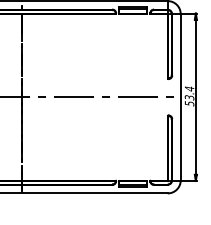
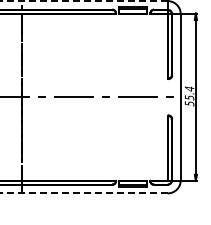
line at (83, 1): solid -> dashed
text at (188, 97): 53.4 -> 55.4
line at (83, 193): solid -> dashed
